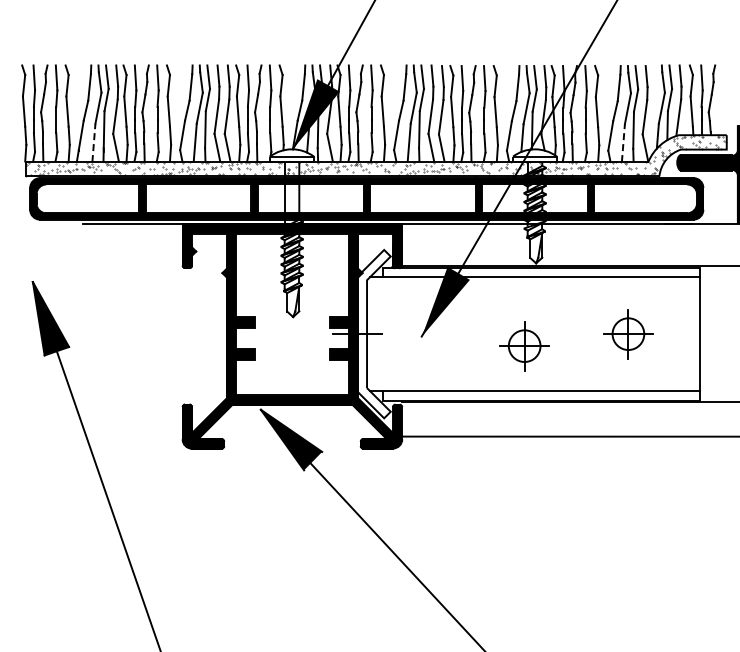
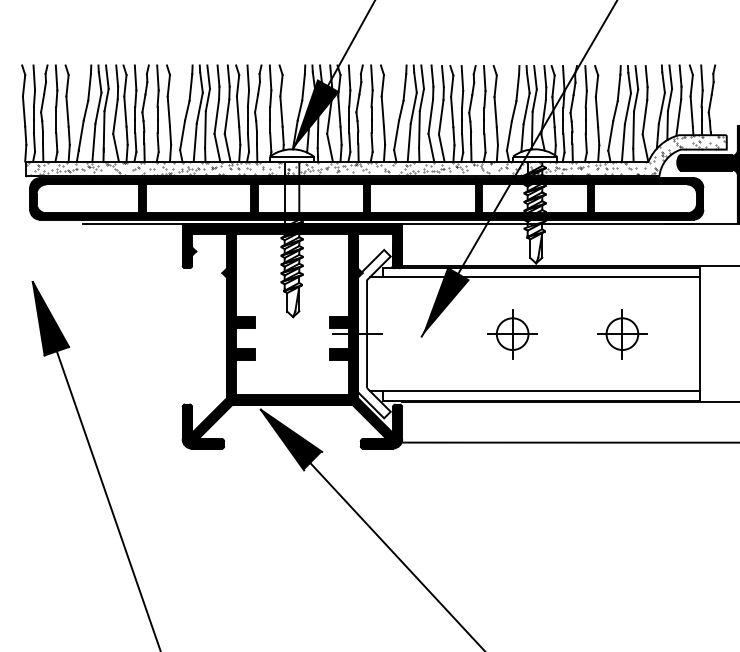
line at (93, 142): dashed -> solid
line at (623, 143): dashed -> solid
part at (628, 334) position: (628, 334) -> (622, 334)
part at (524, 346) position: (524, 346) -> (512, 334)
line at (566, 436) position: (566, 436) -> (566, 442)
